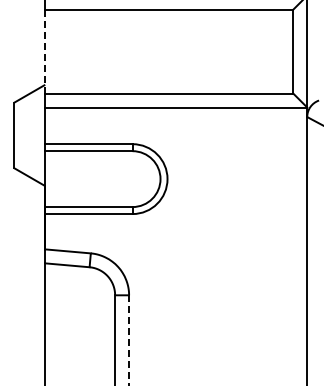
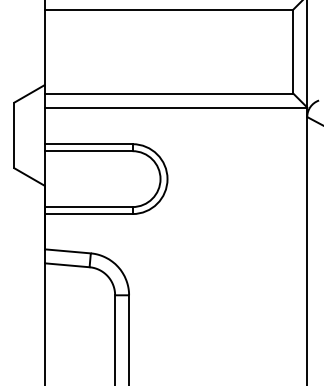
line at (45, 51): dashed -> solid
line at (129, 341): dashed -> solid
